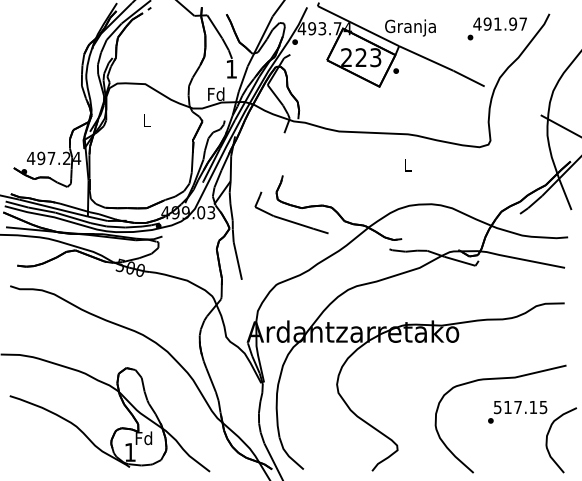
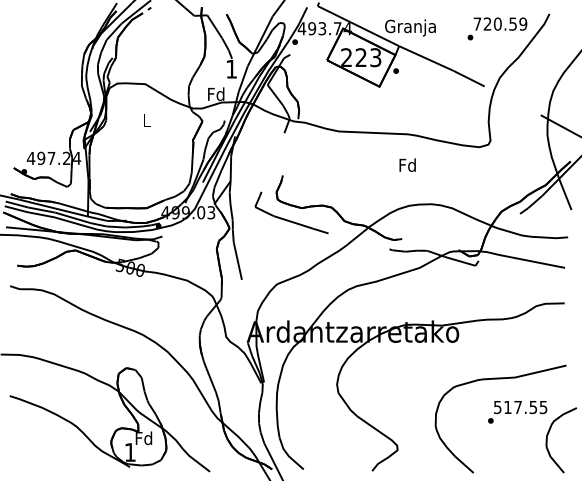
text at (500, 23): 491.97 -> 720.59
text at (407, 164): L -> Fd
text at (533, 407): 517.15 -> 517.55
